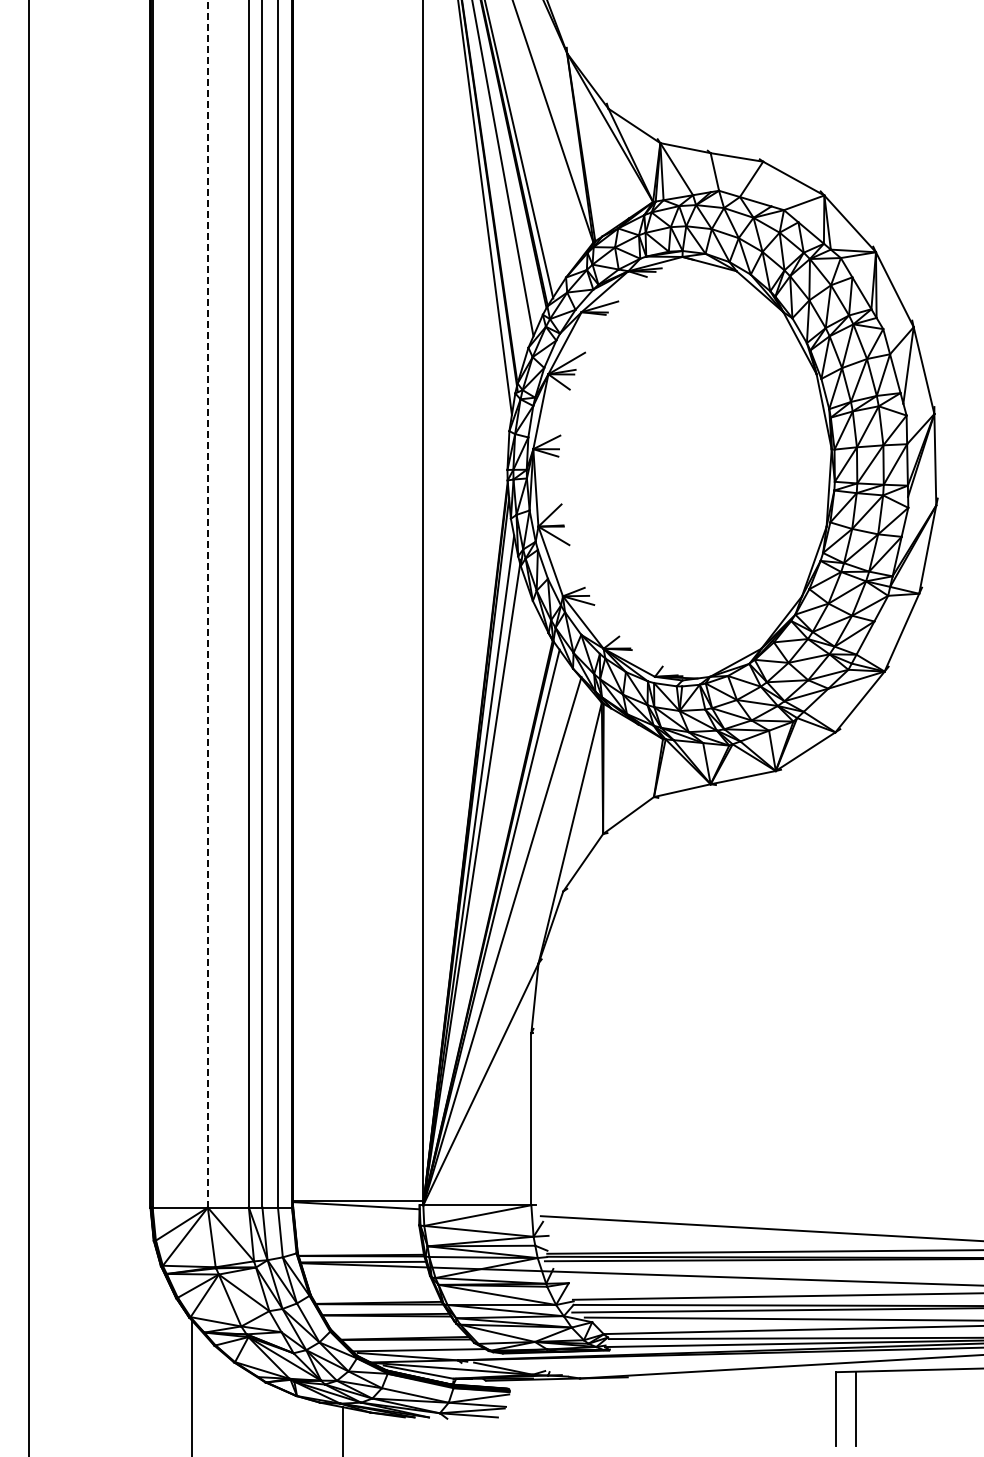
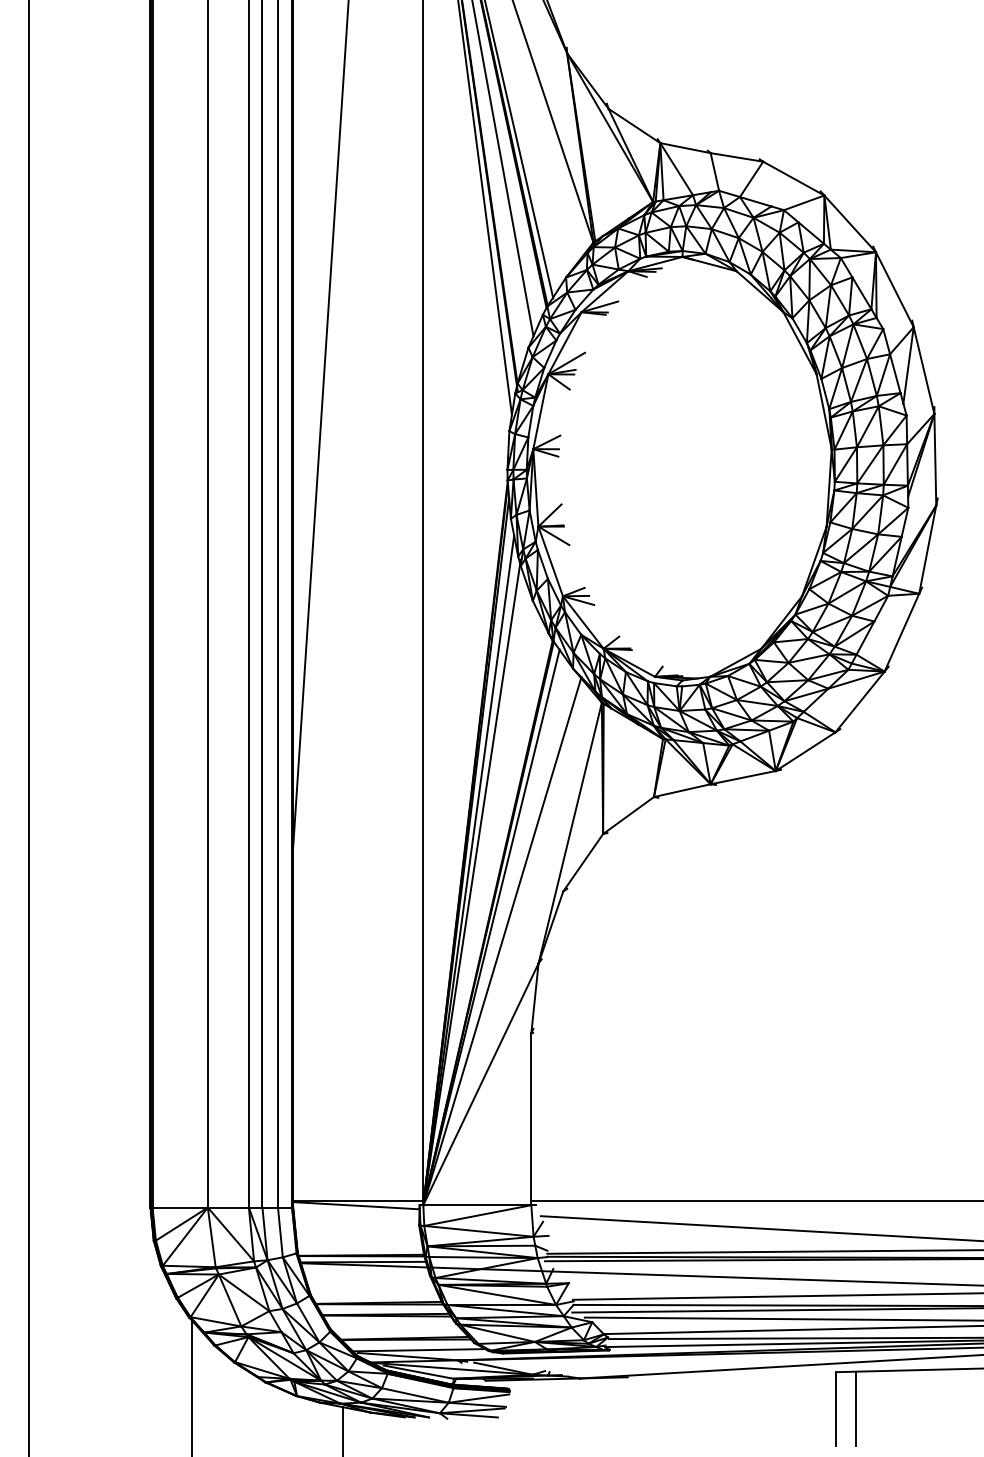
line at (320, 423): none -> present
line at (207, 603): dashed -> solid
line at (756, 1200): none -> present
